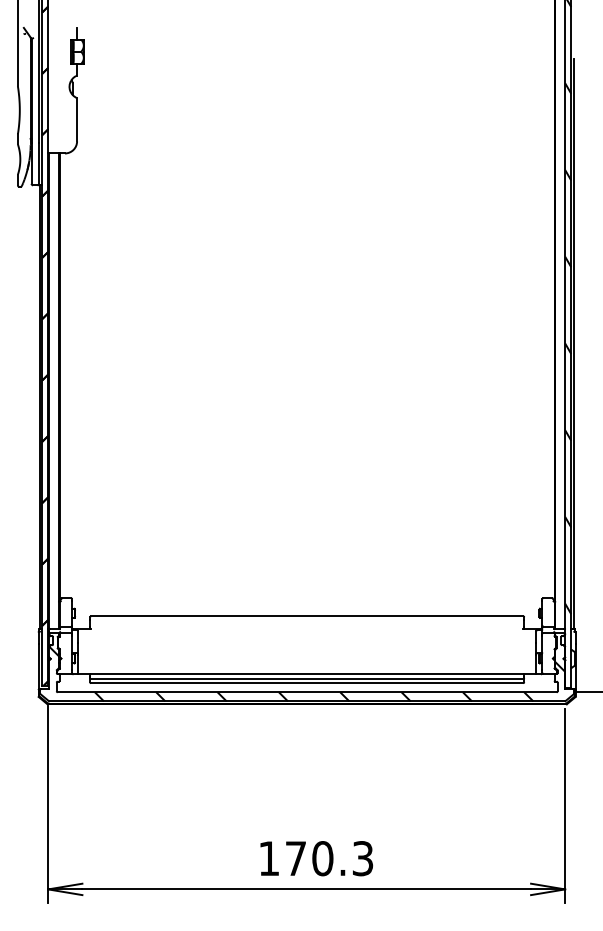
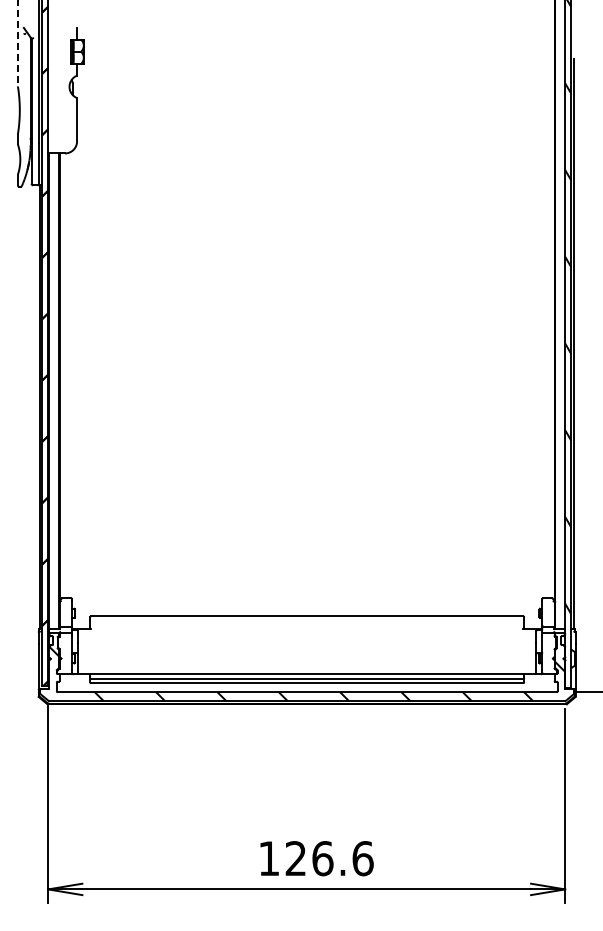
line at (17, 43): solid -> dashed
text at (329, 858): 170.3 -> 126.6
